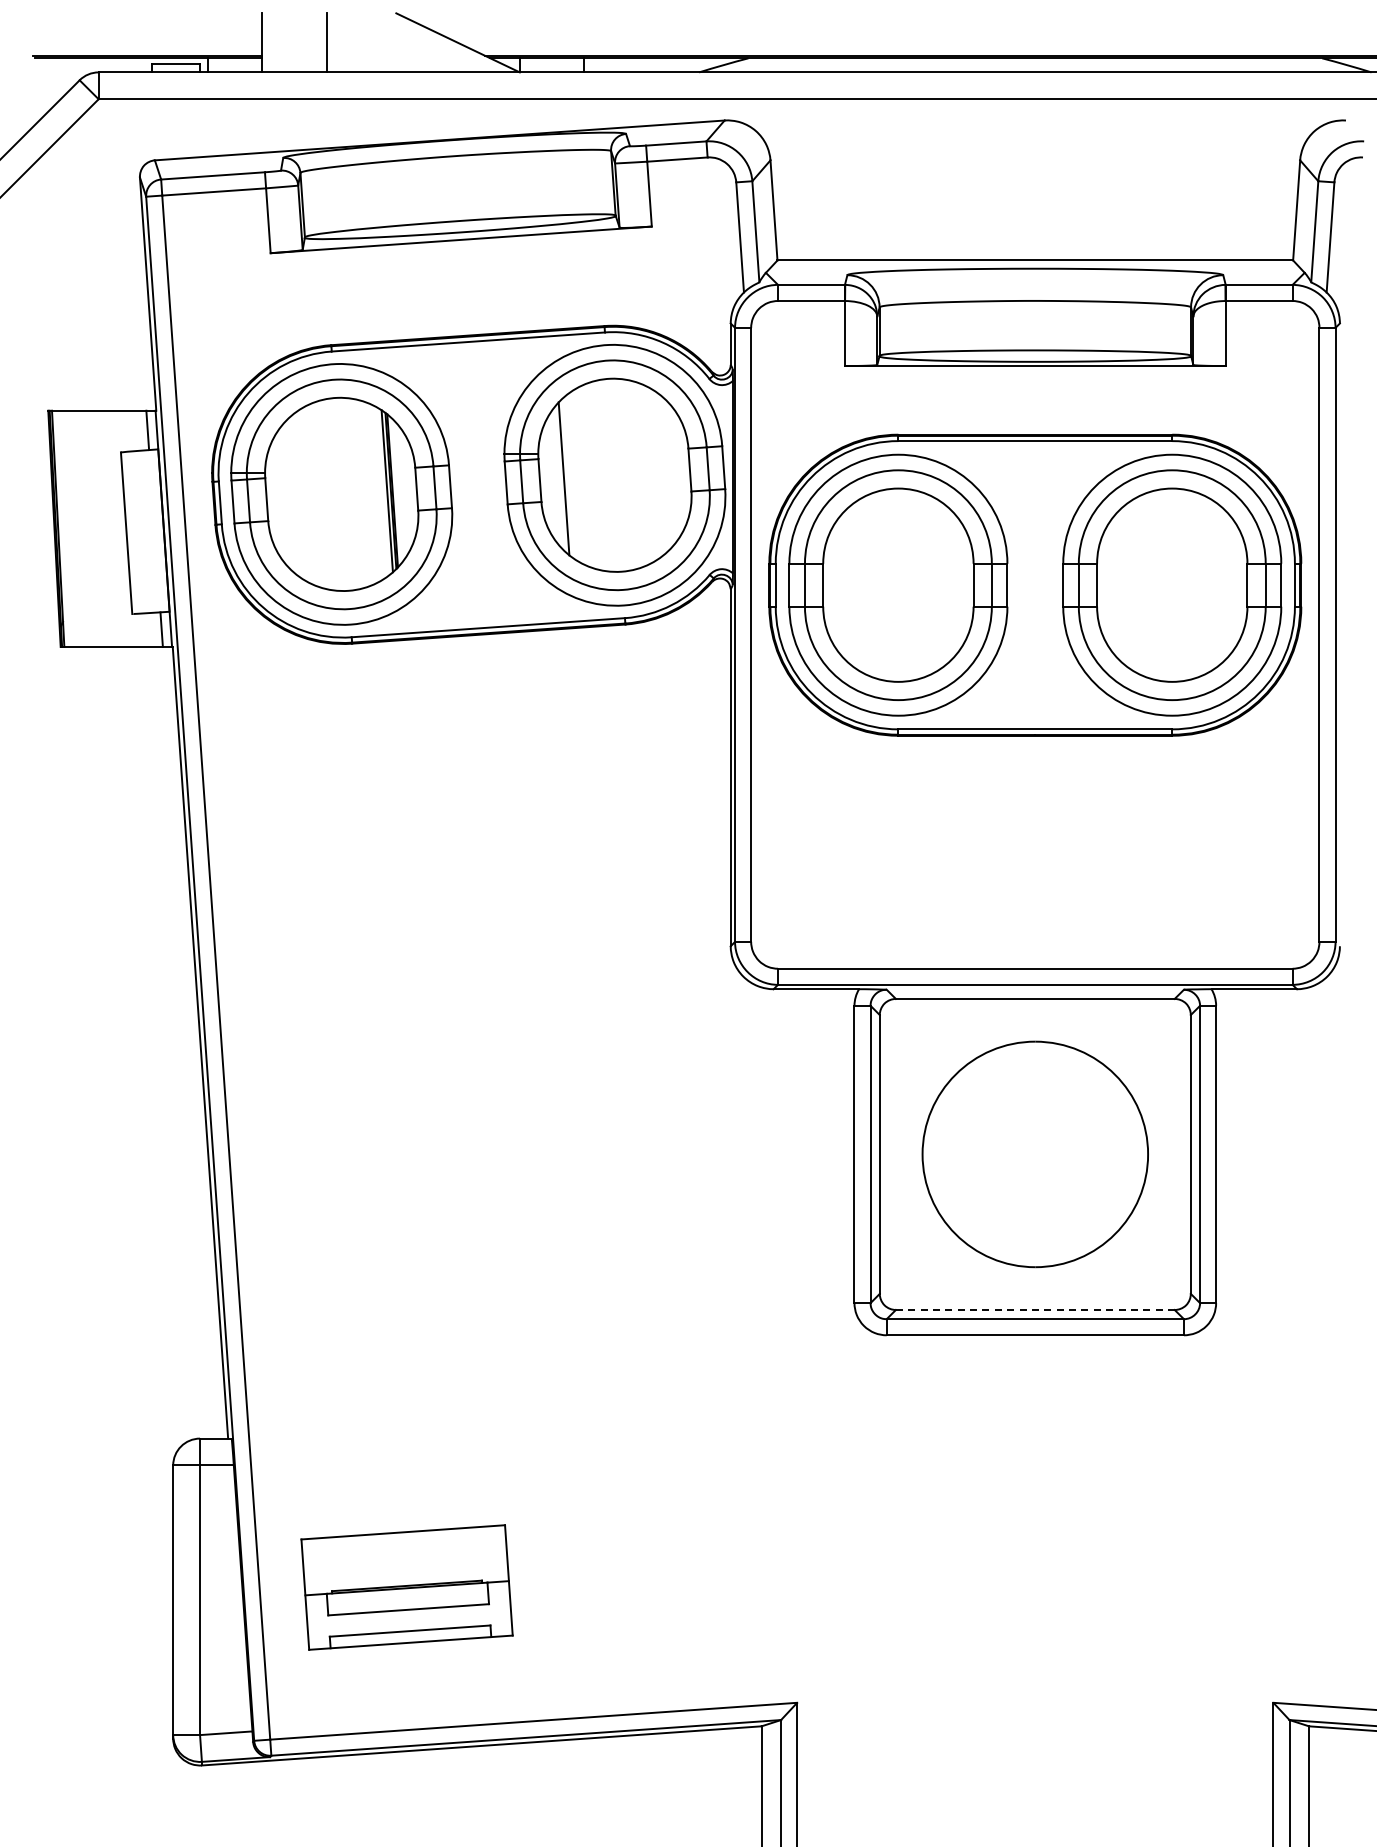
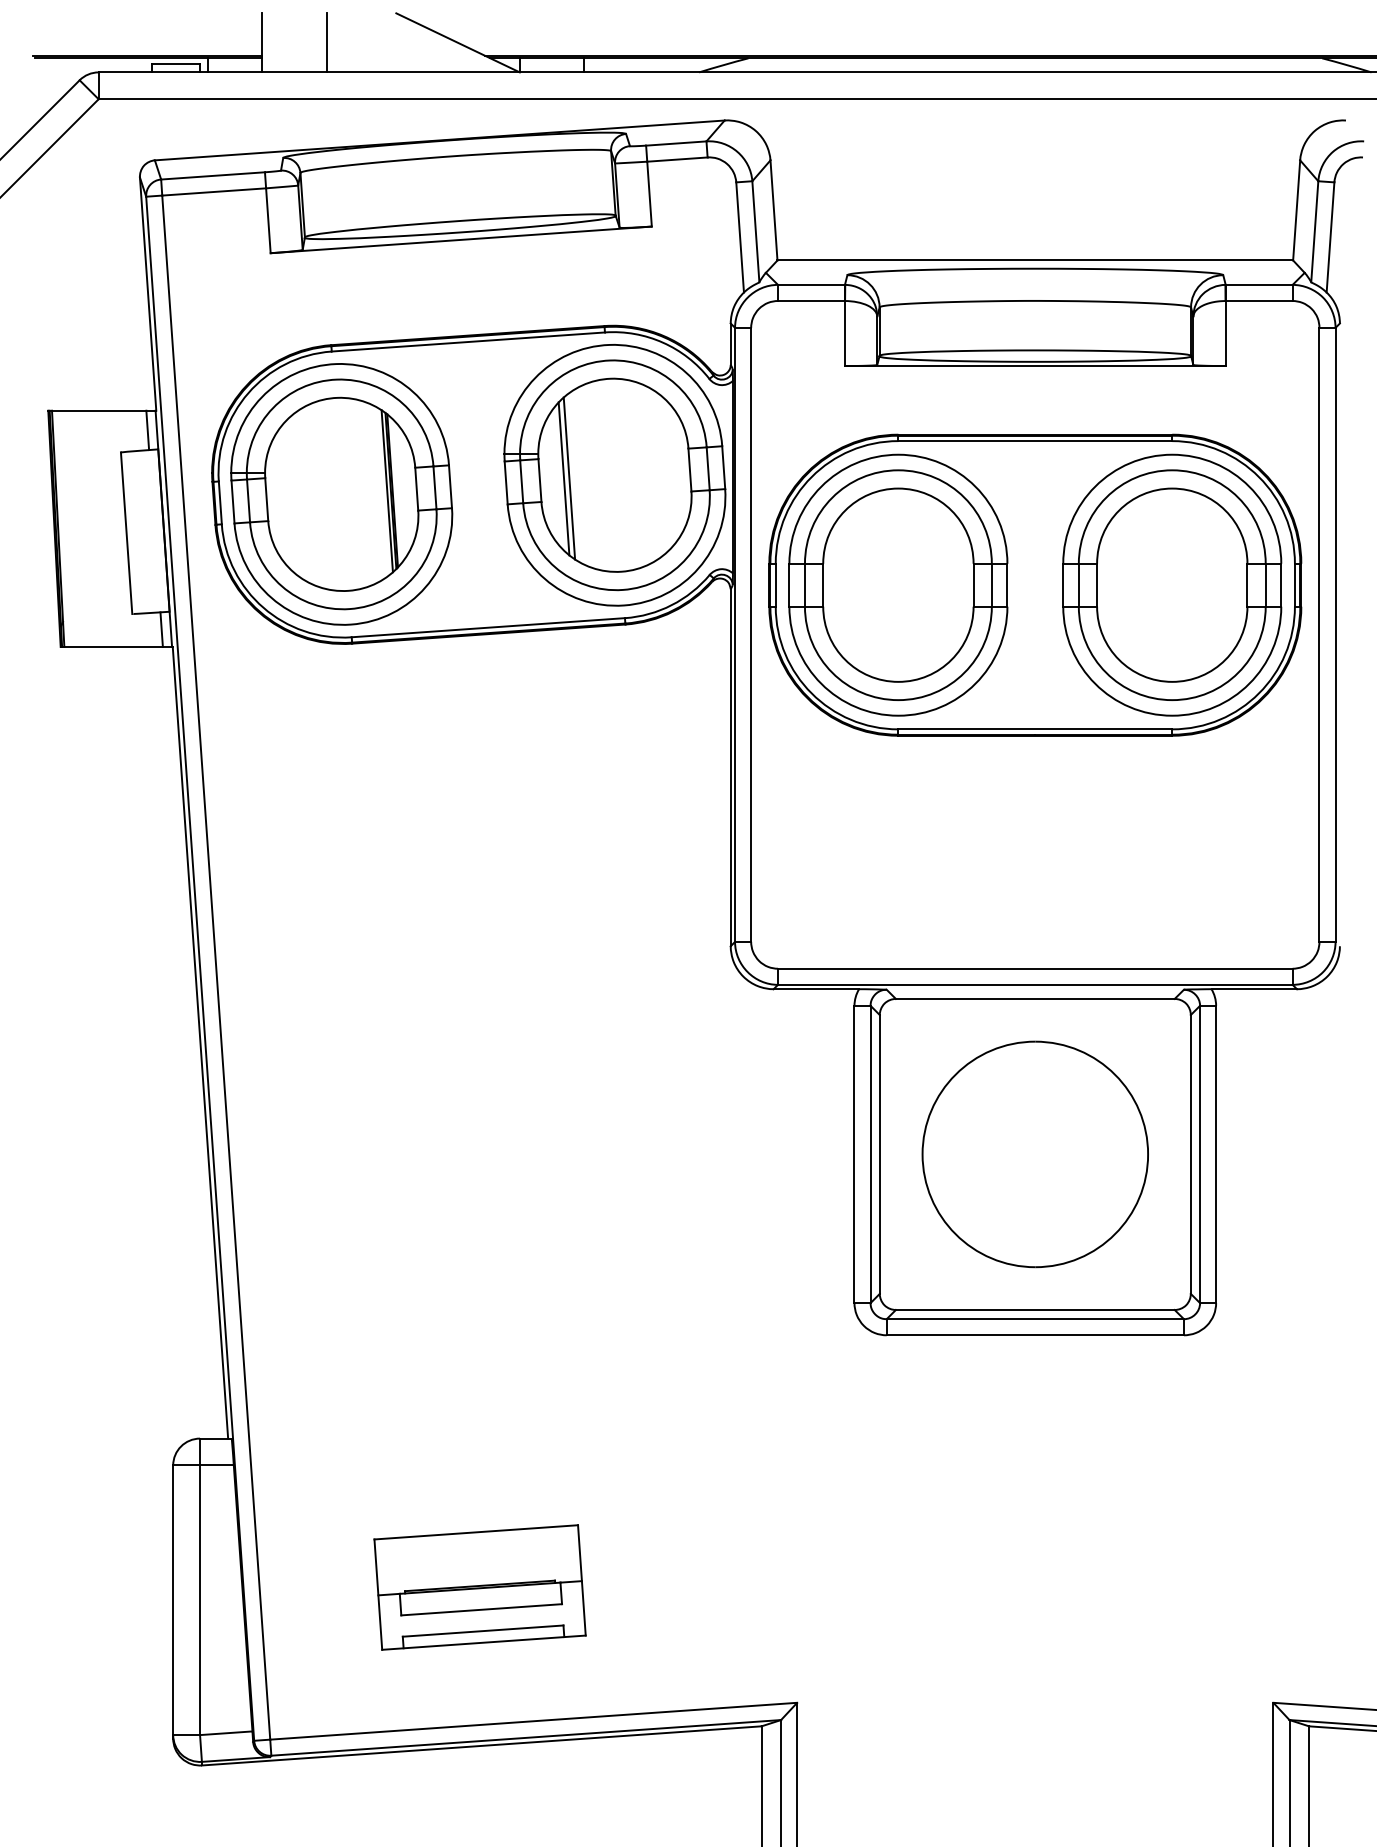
line at (569, 478): none -> present
line at (1035, 1310): dashed -> solid
part at (406, 1587) position: (406, 1587) -> (479, 1587)
